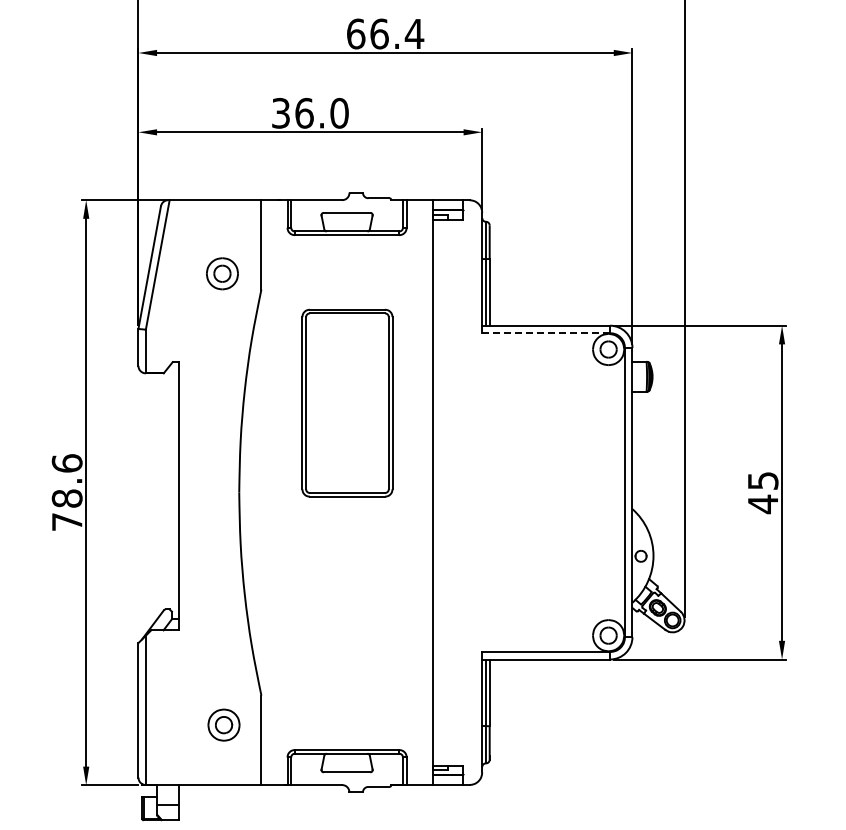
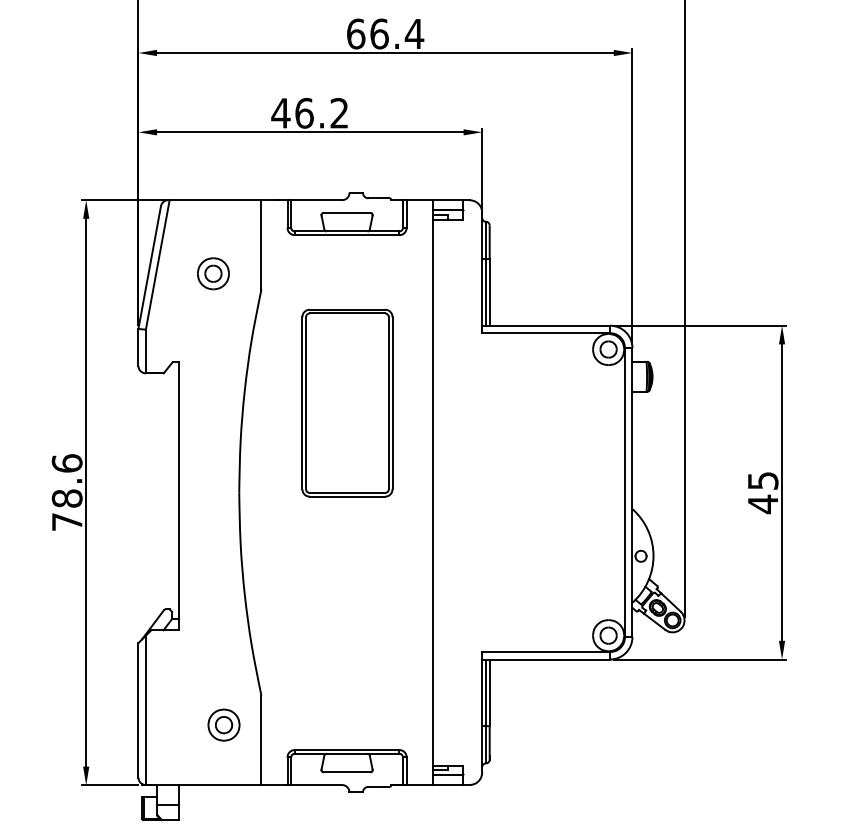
text at (309, 112): 36.0 -> 46.2
part at (222, 273) position: (222, 273) -> (213, 273)
line at (546, 333): dashed -> solid
